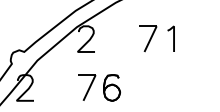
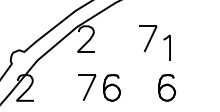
line at (173, 38) position: (173, 38) -> (169, 47)
part at (166, 87): none -> present
